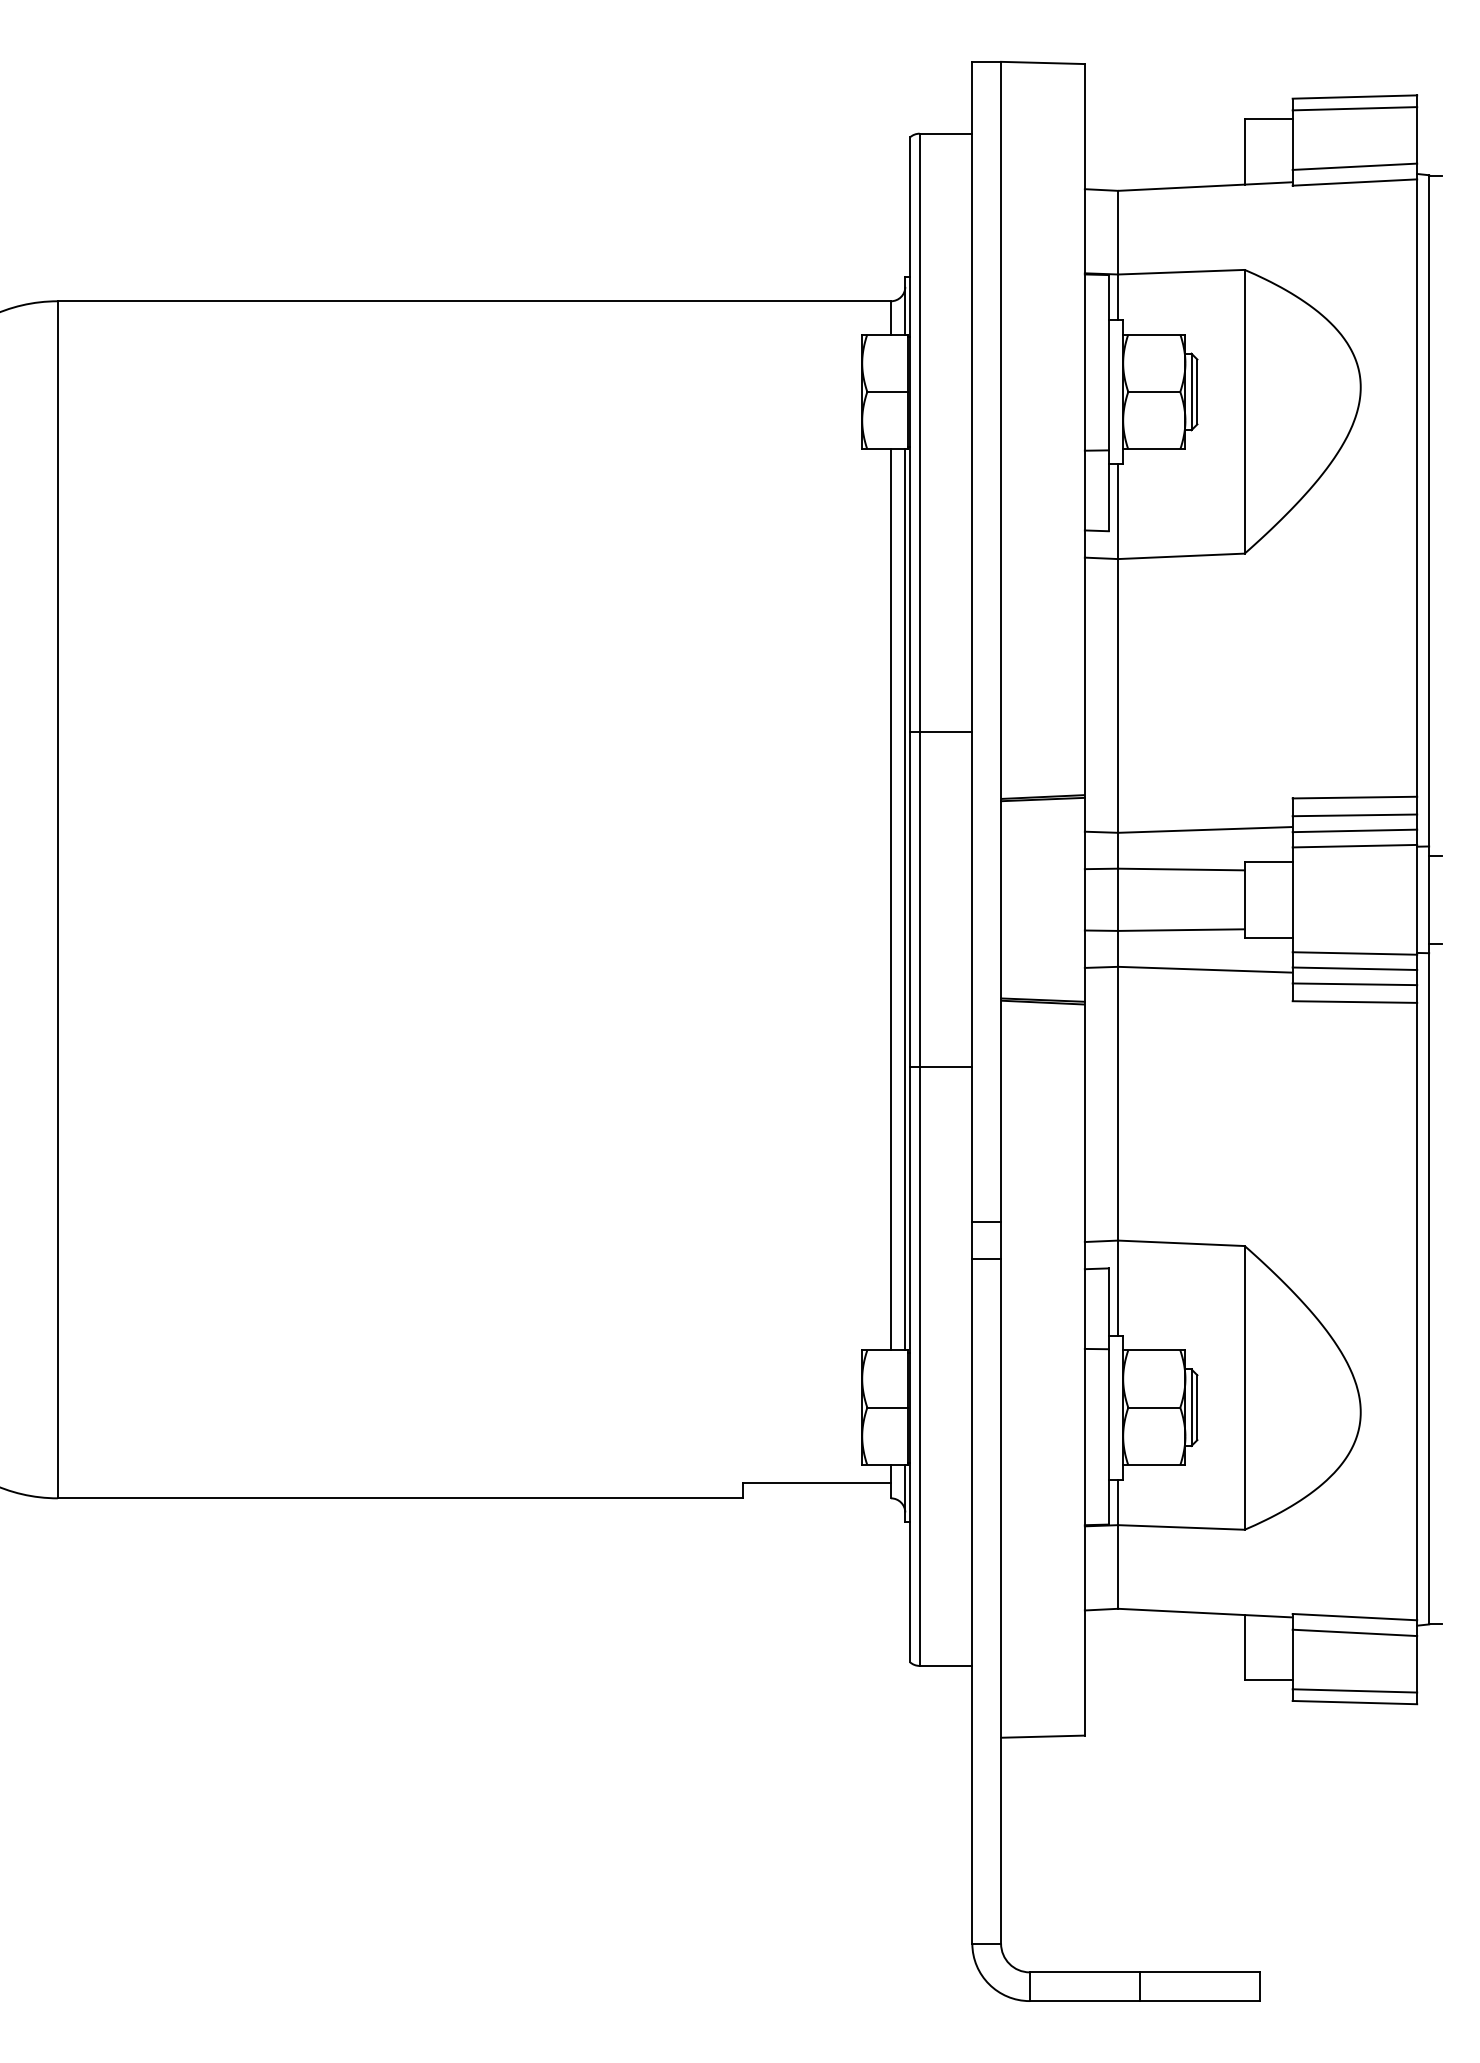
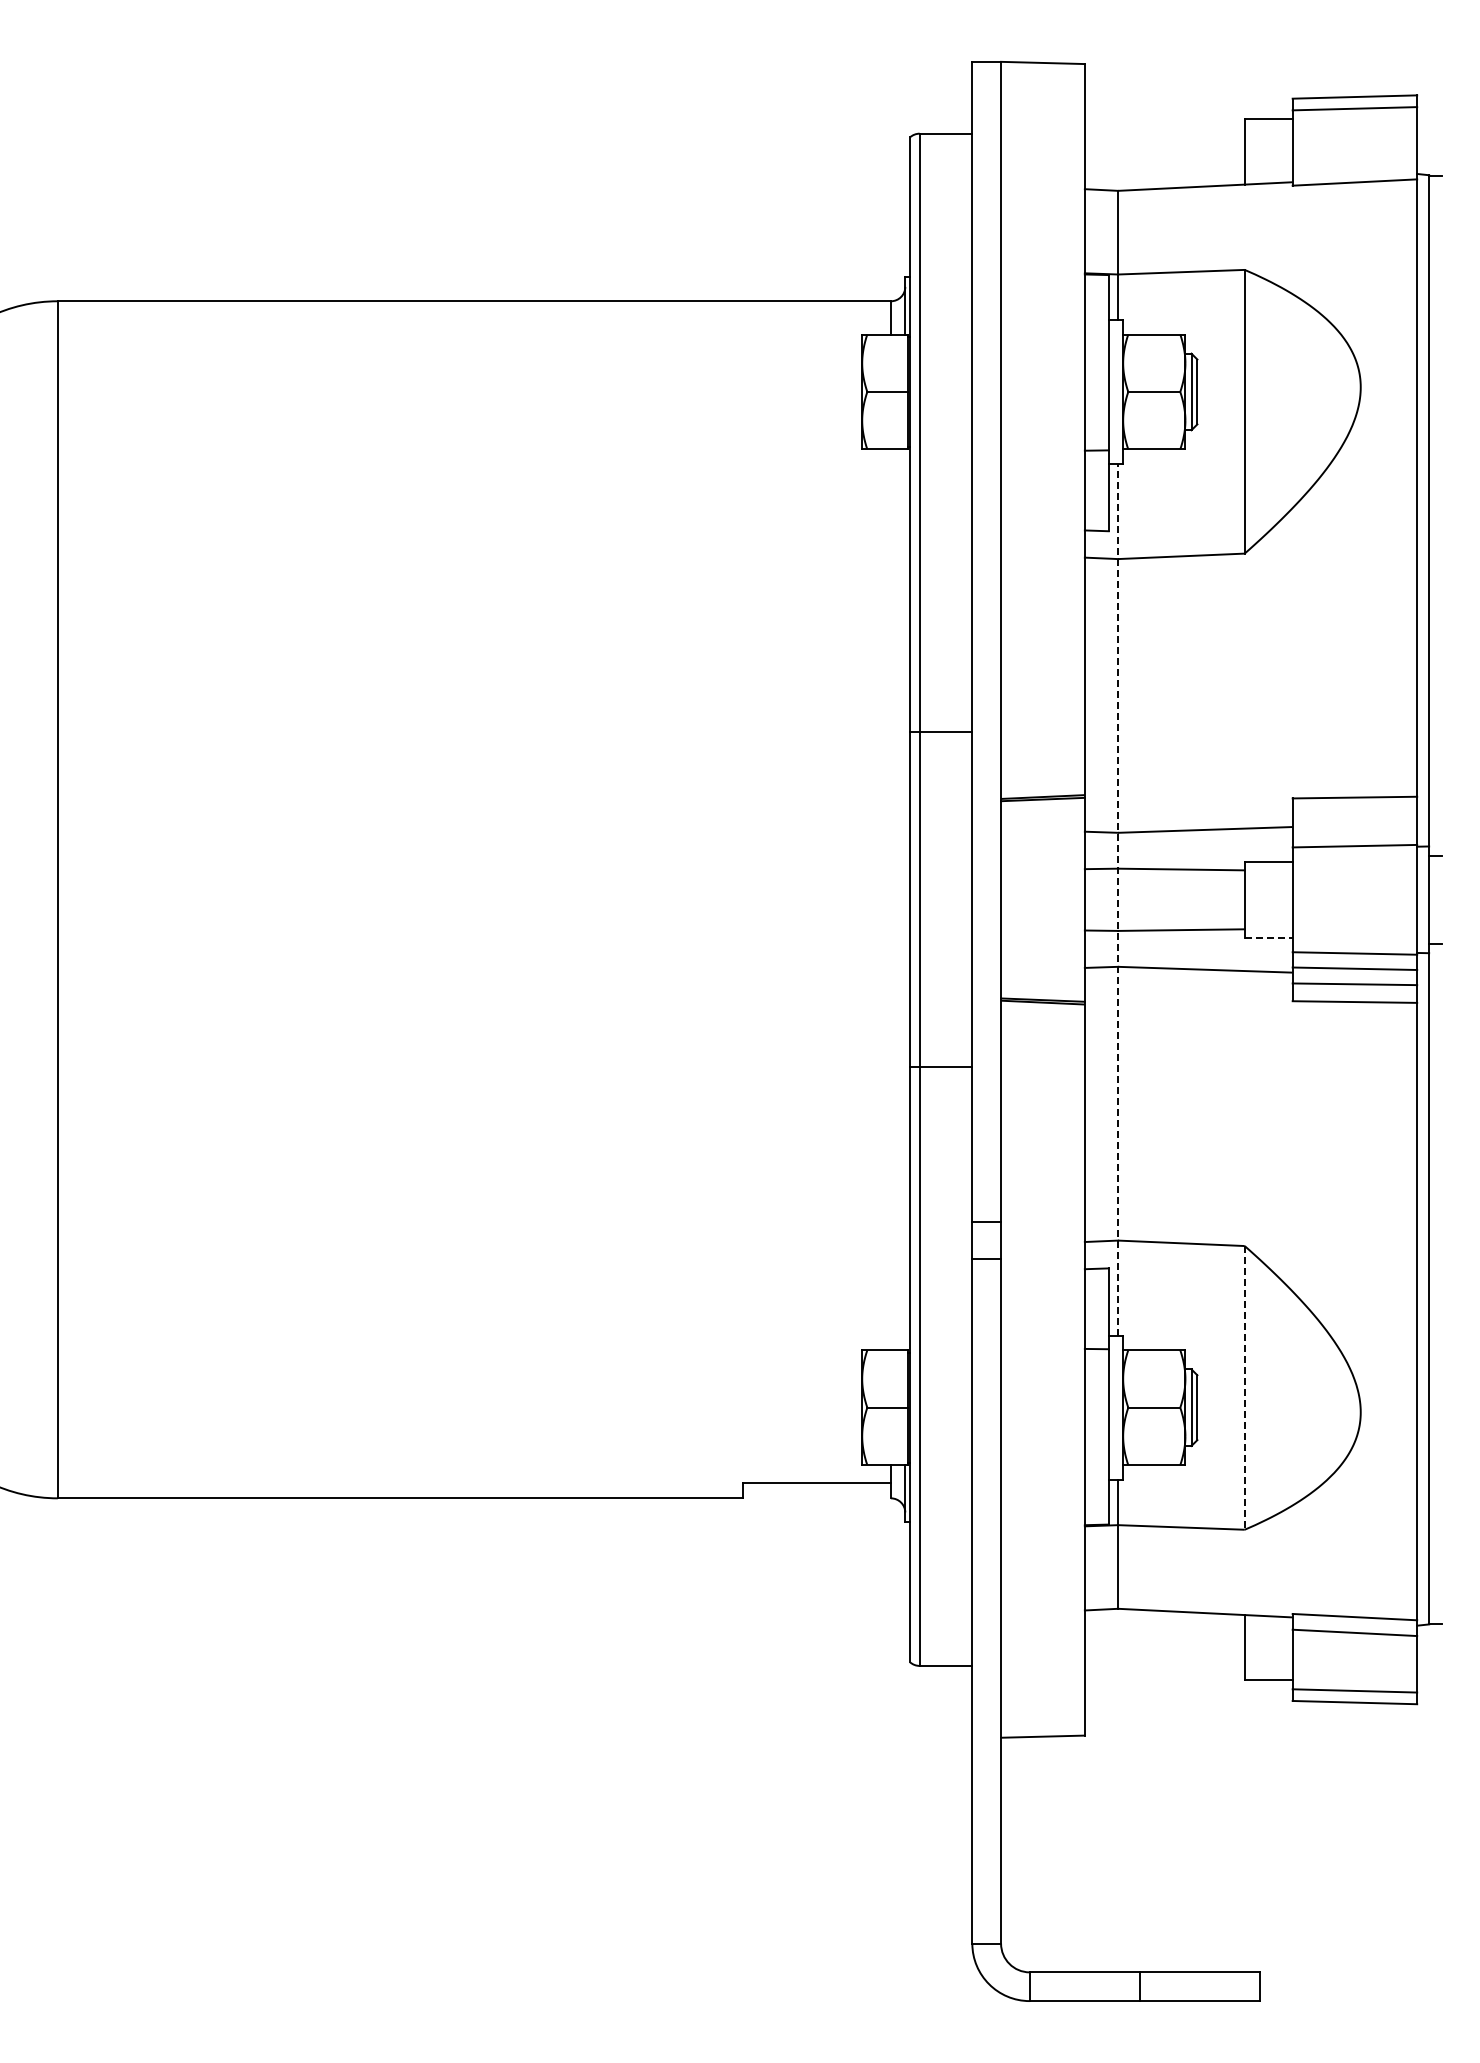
line at (1354, 166): present -> none
line at (1354, 815): present -> none
line at (1354, 830): present -> none
line at (890, 899): present -> none
line at (905, 899): present -> none
line at (1118, 899): solid -> dashed
line at (1268, 938): solid -> dashed
line at (1244, 1387): solid -> dashed
